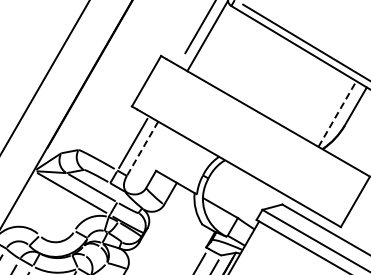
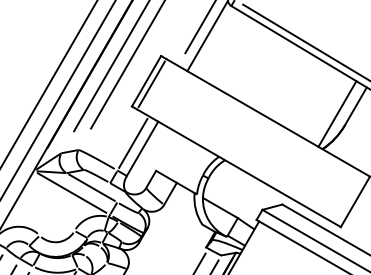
line at (127, 65): none -> present
line at (111, 66): none -> present
line at (45, 76) position: (45, 76) -> (49, 83)
line at (151, 84): none -> present
line at (58, 99): none -> present
line at (337, 114): dashed -> solid
line at (142, 149): dashed -> solid
